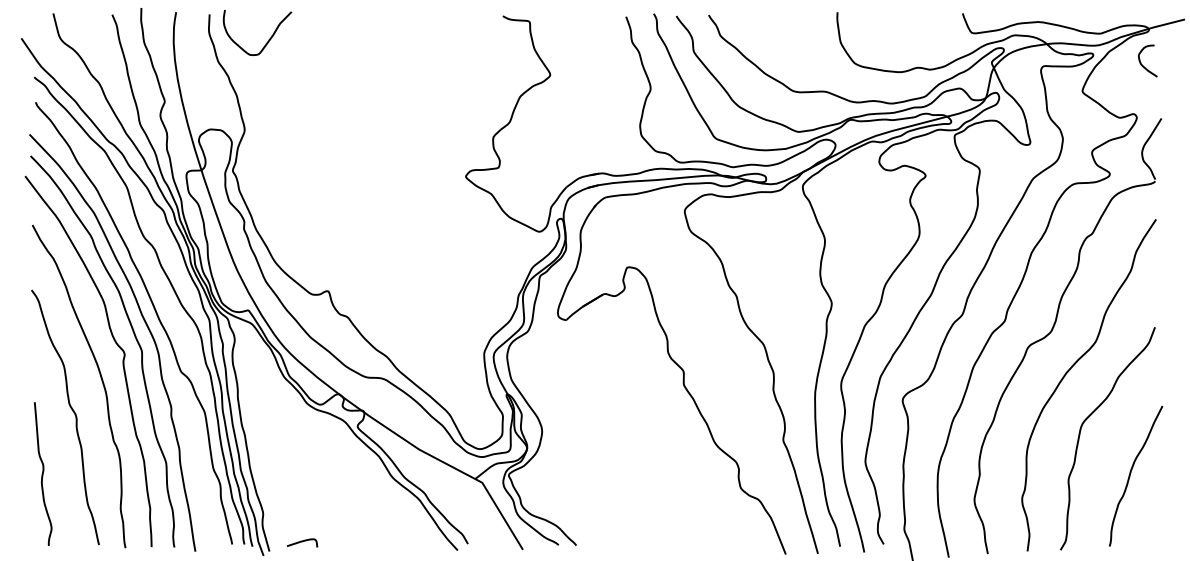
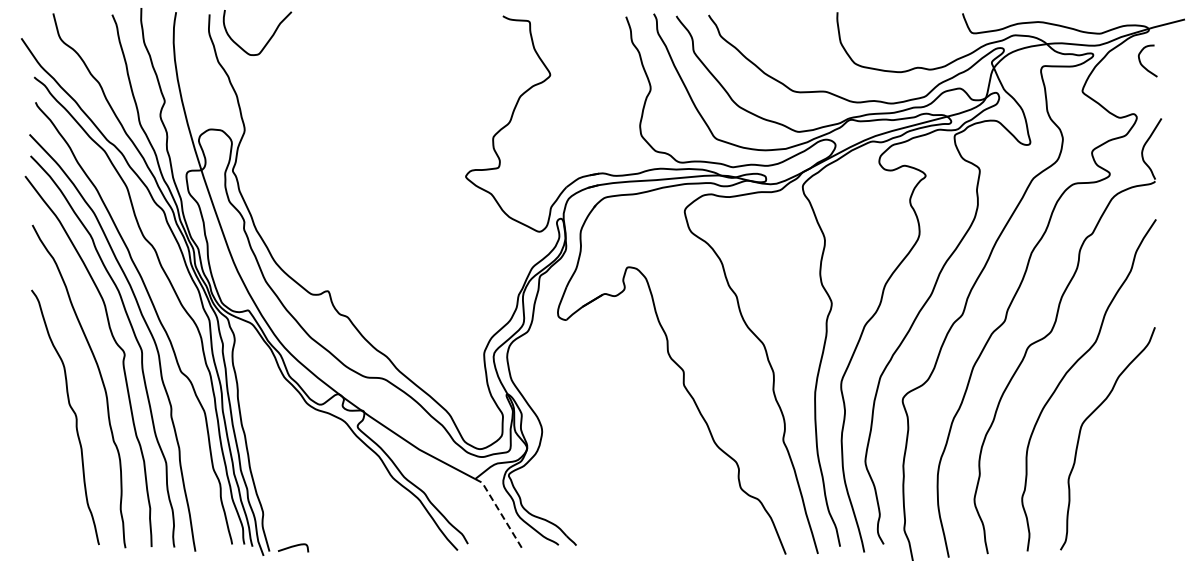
curve at (43, 473): present -> none
curve at (1131, 473): present -> none
line at (500, 512): solid -> dashed
curve at (302, 542) position: (302, 542) -> (293, 547)
